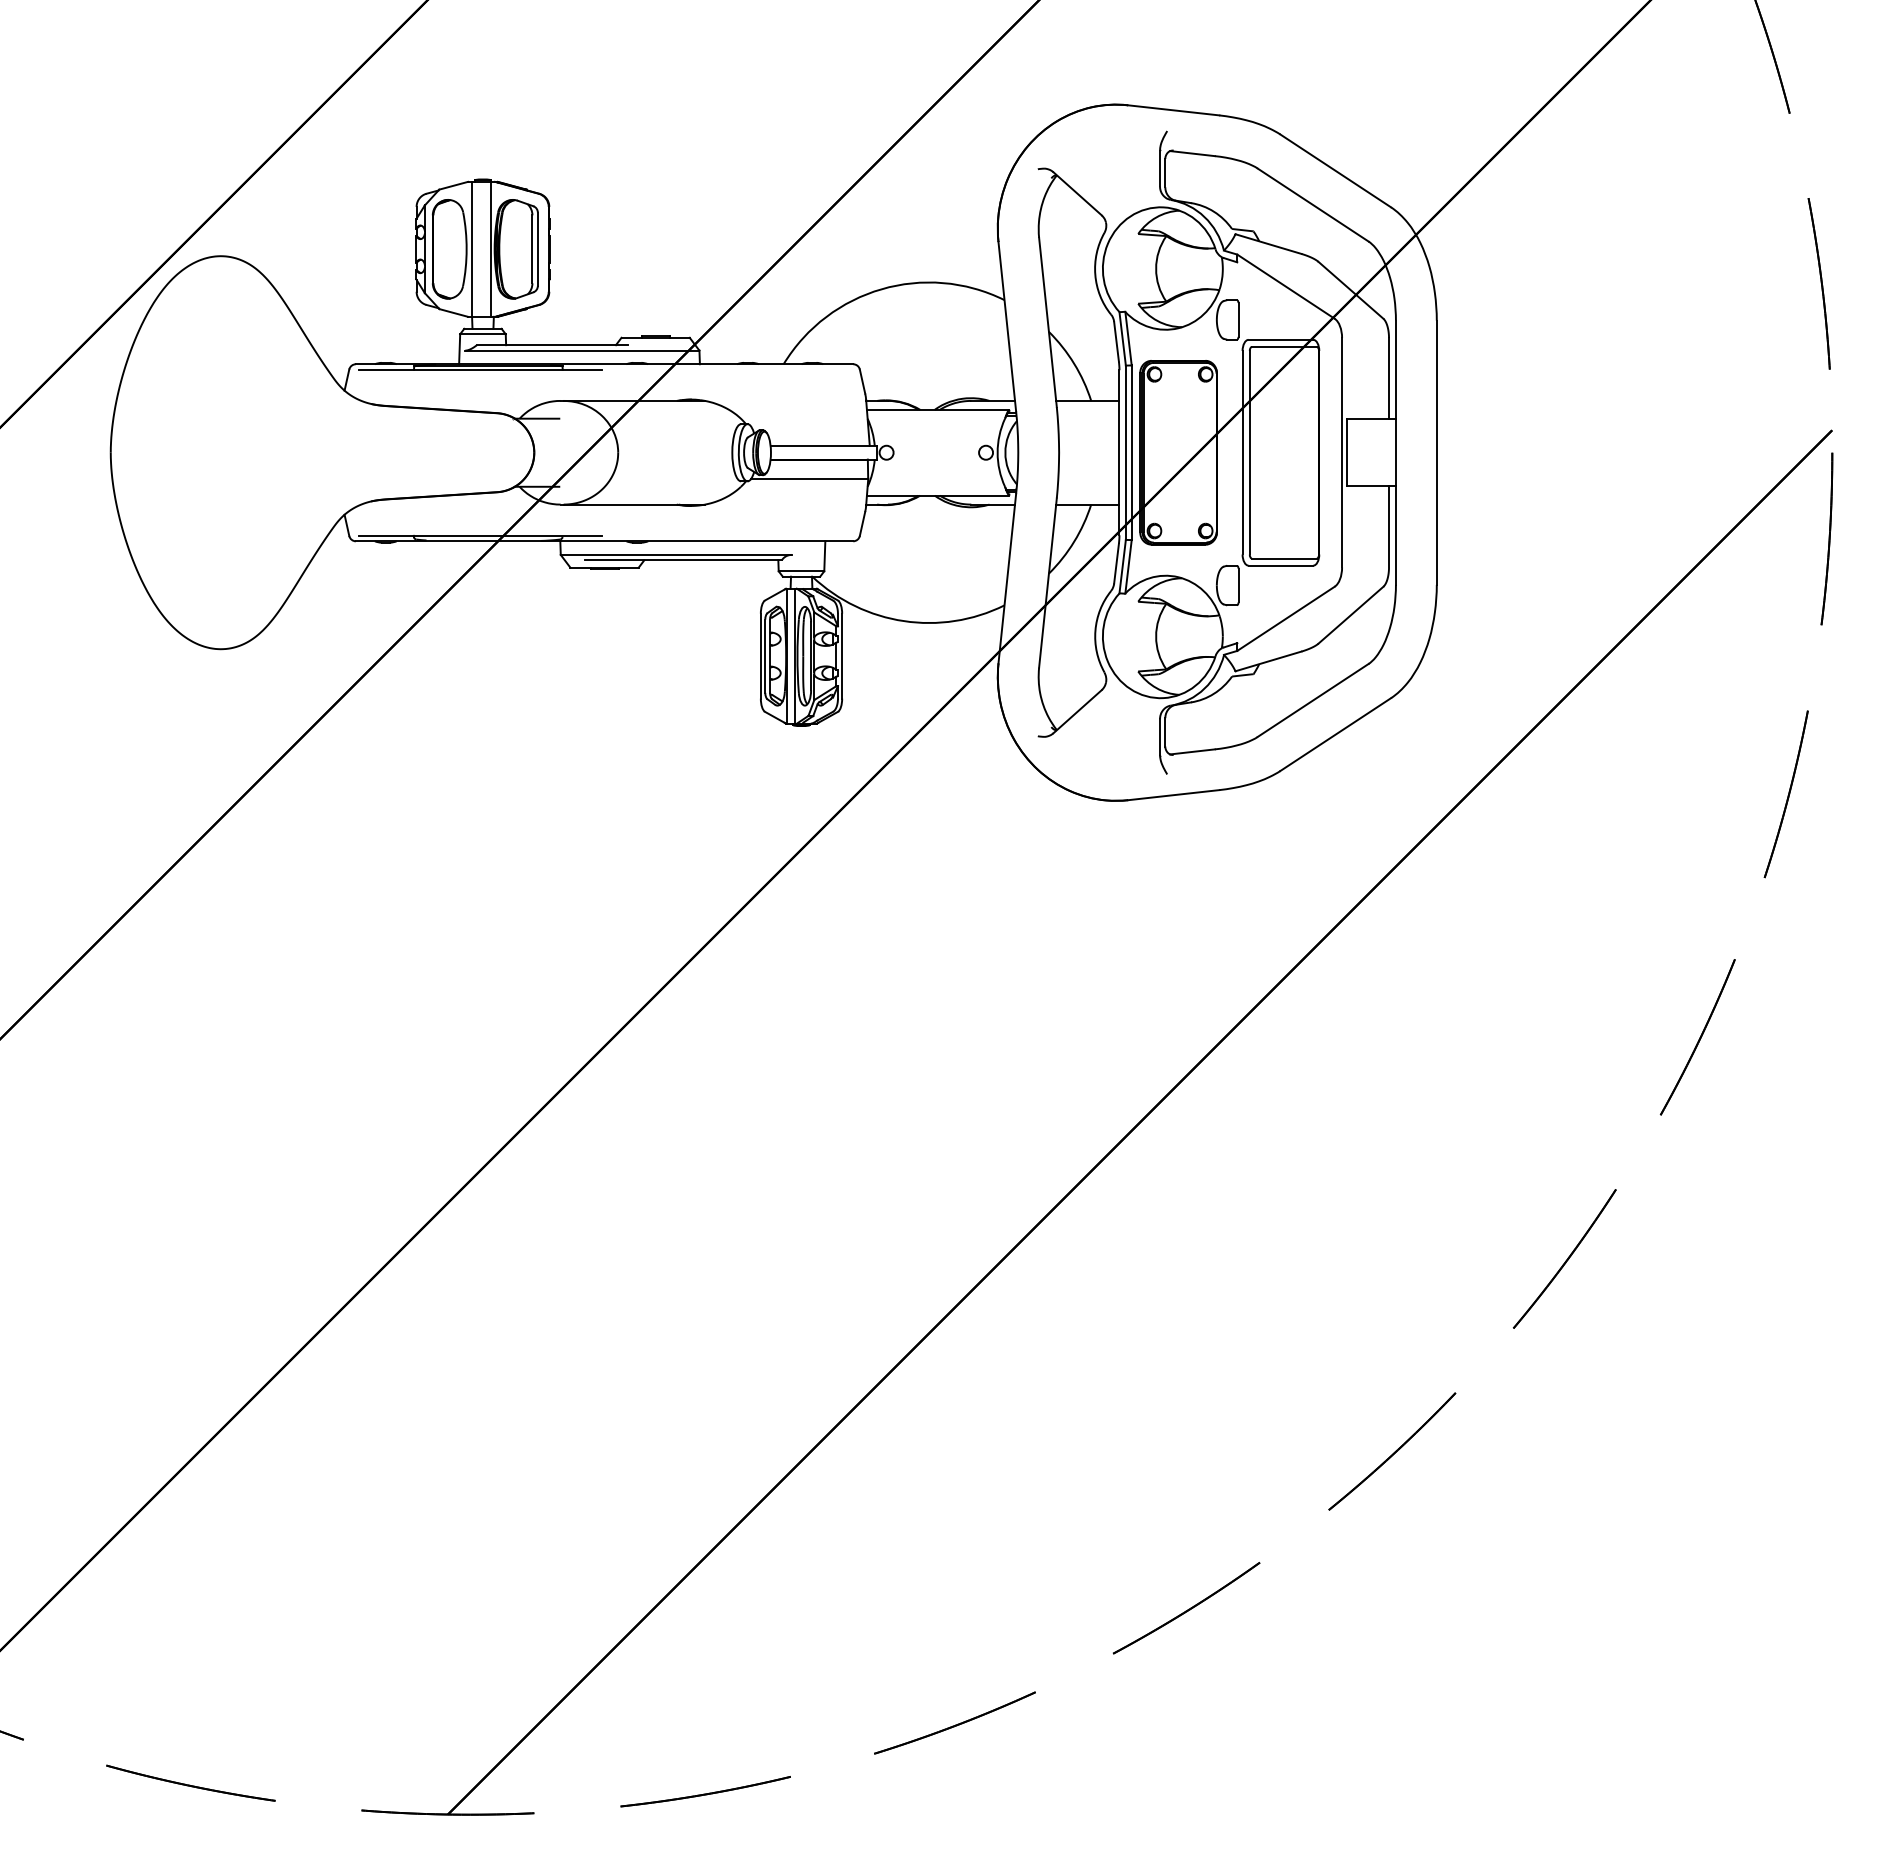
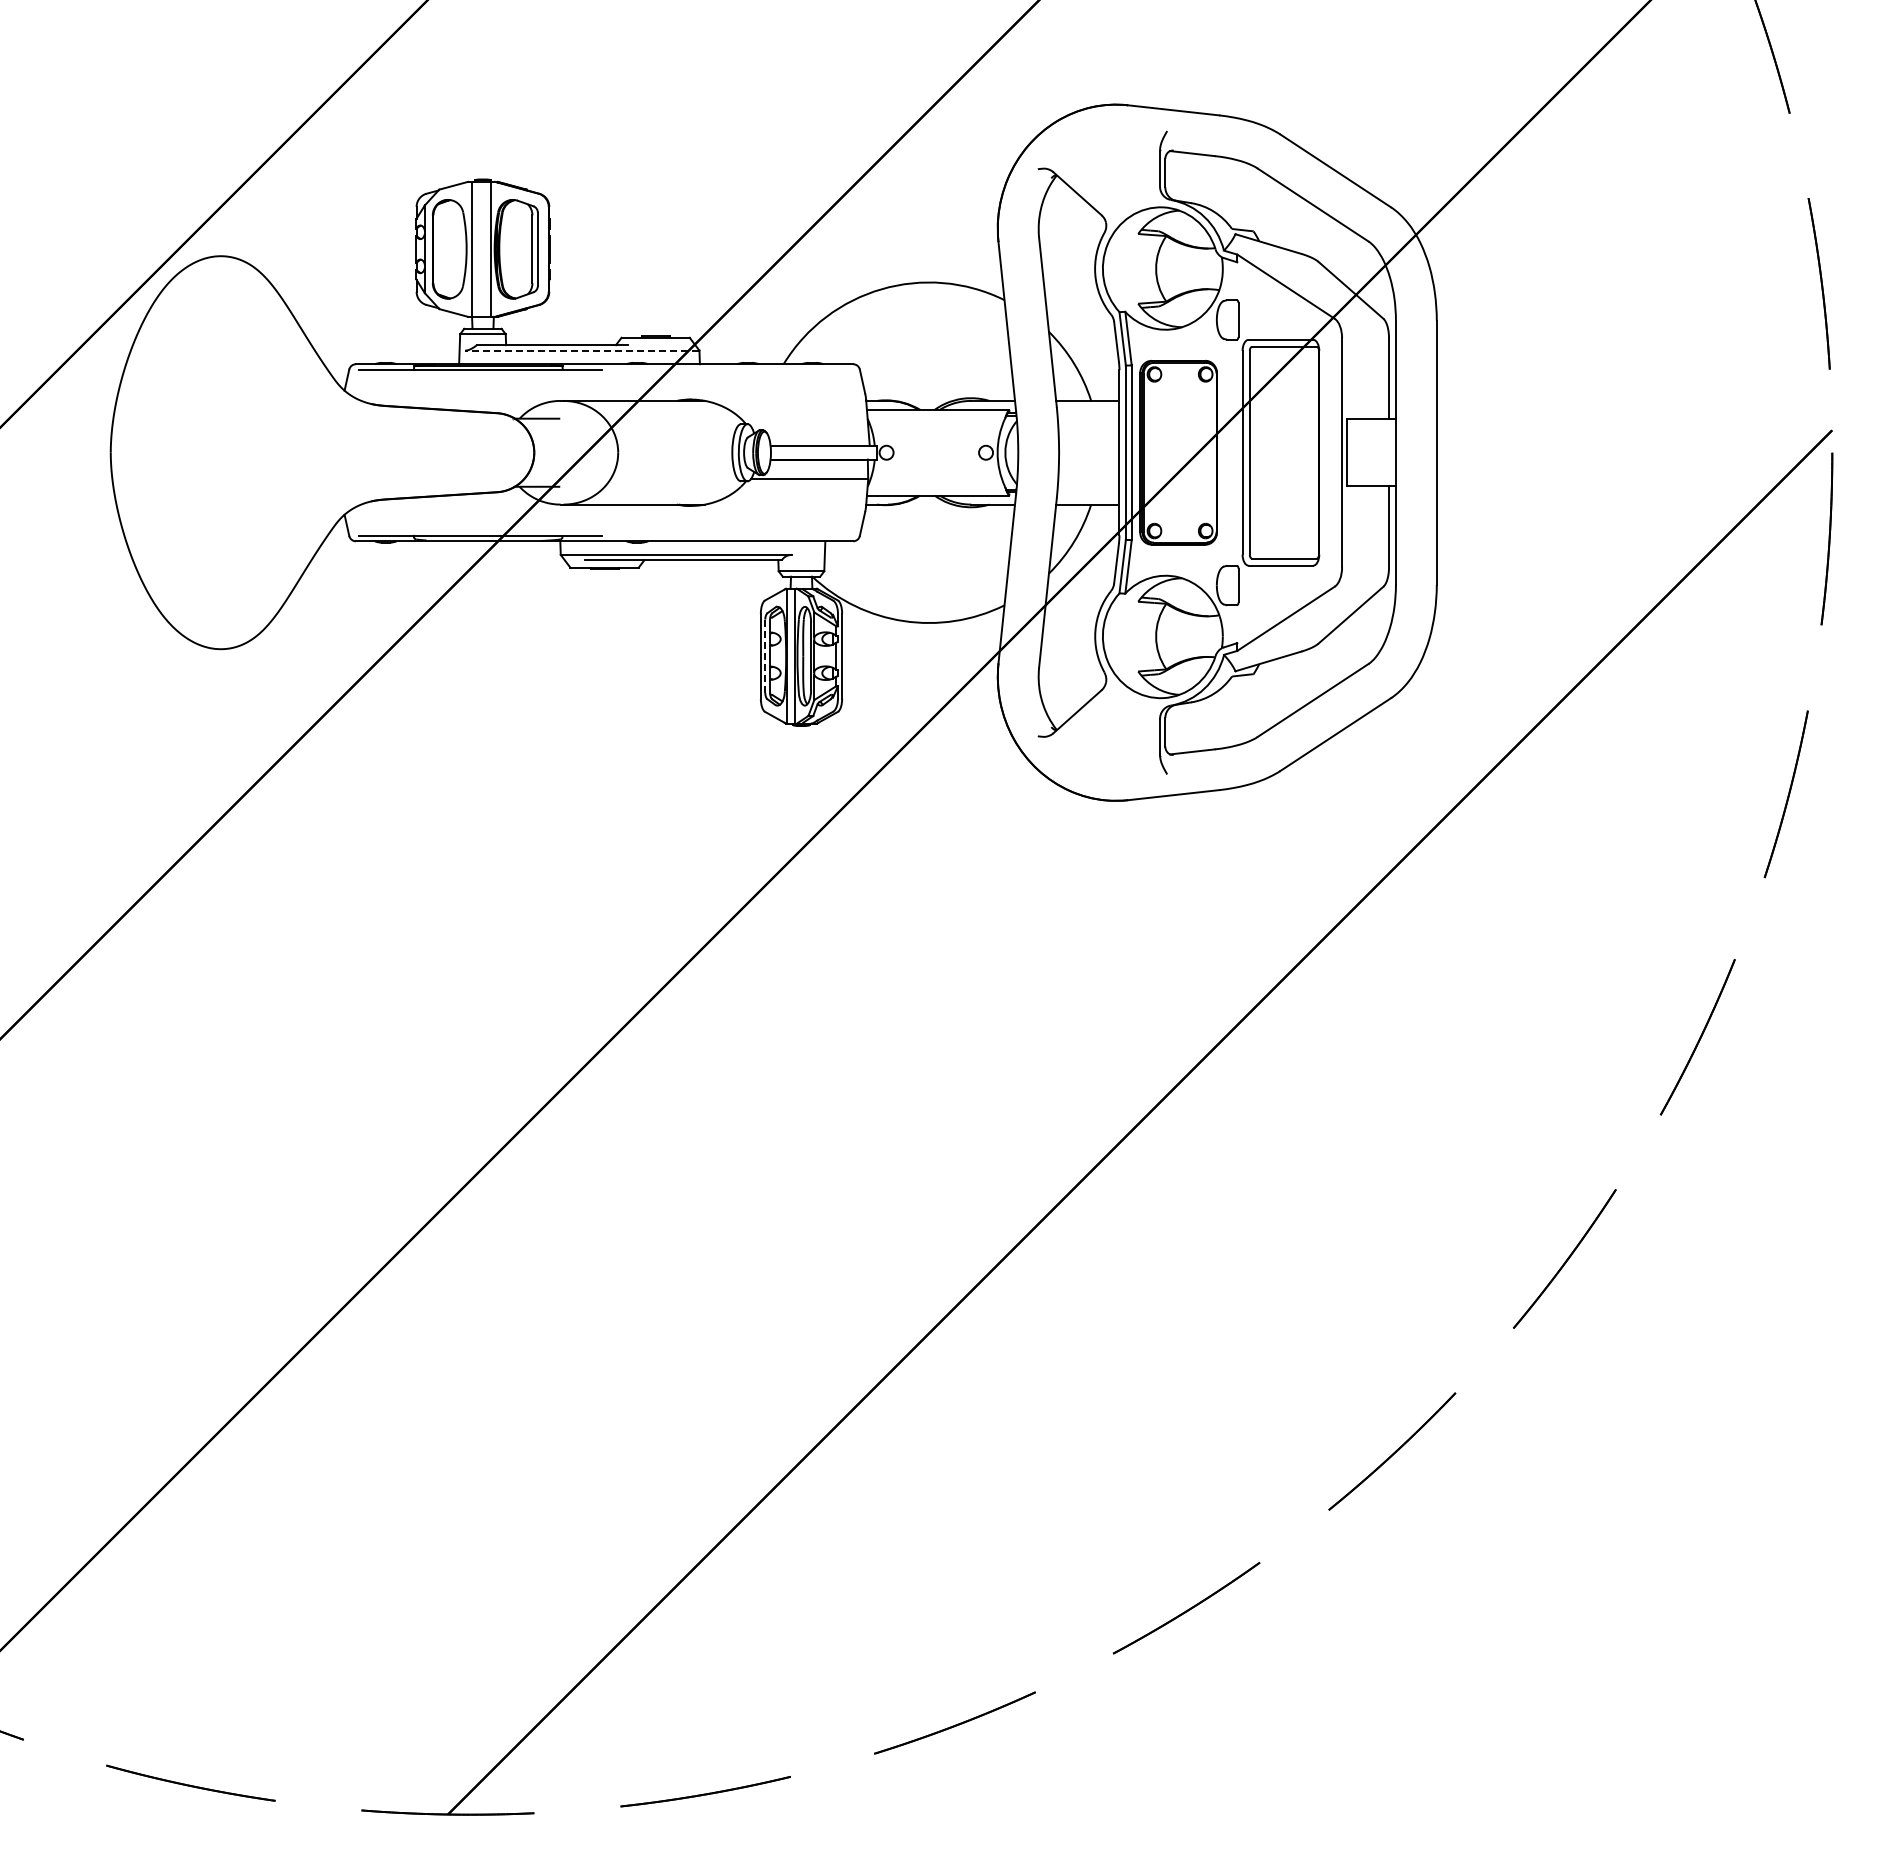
line at (581, 350): solid -> dashed
line at (765, 656): solid -> dashed
